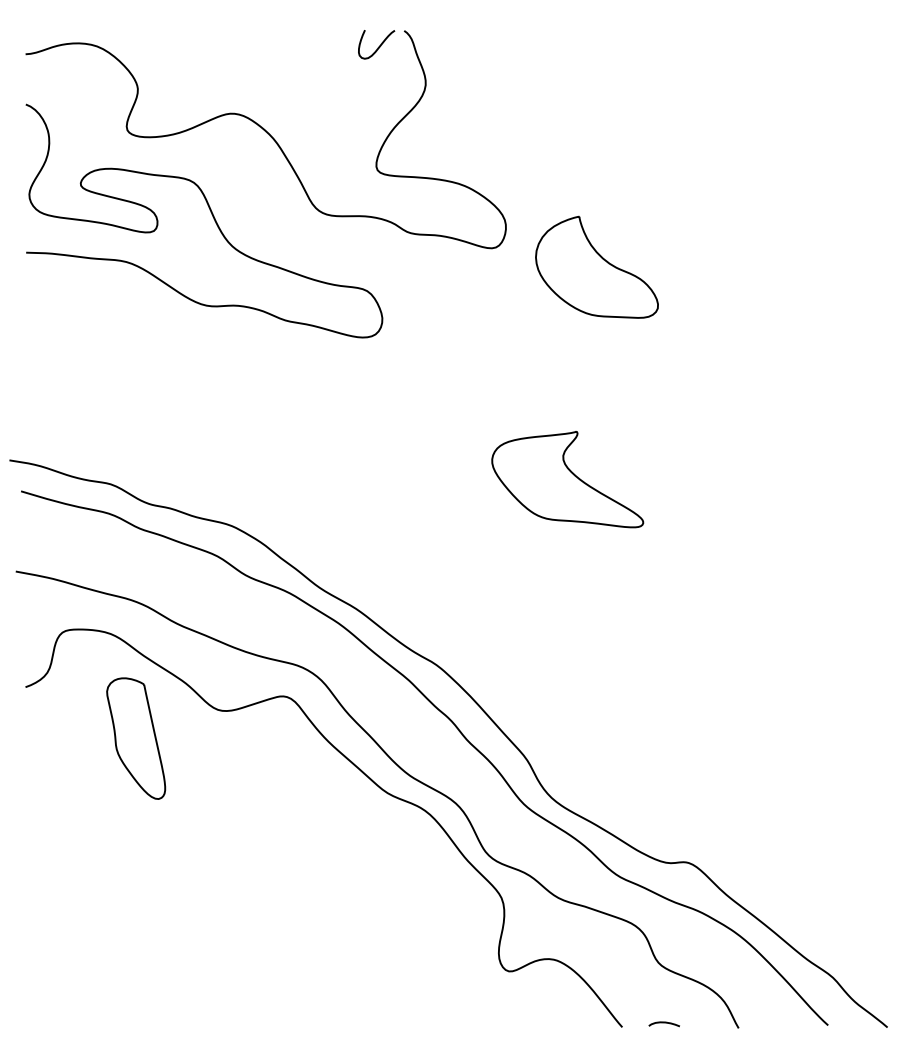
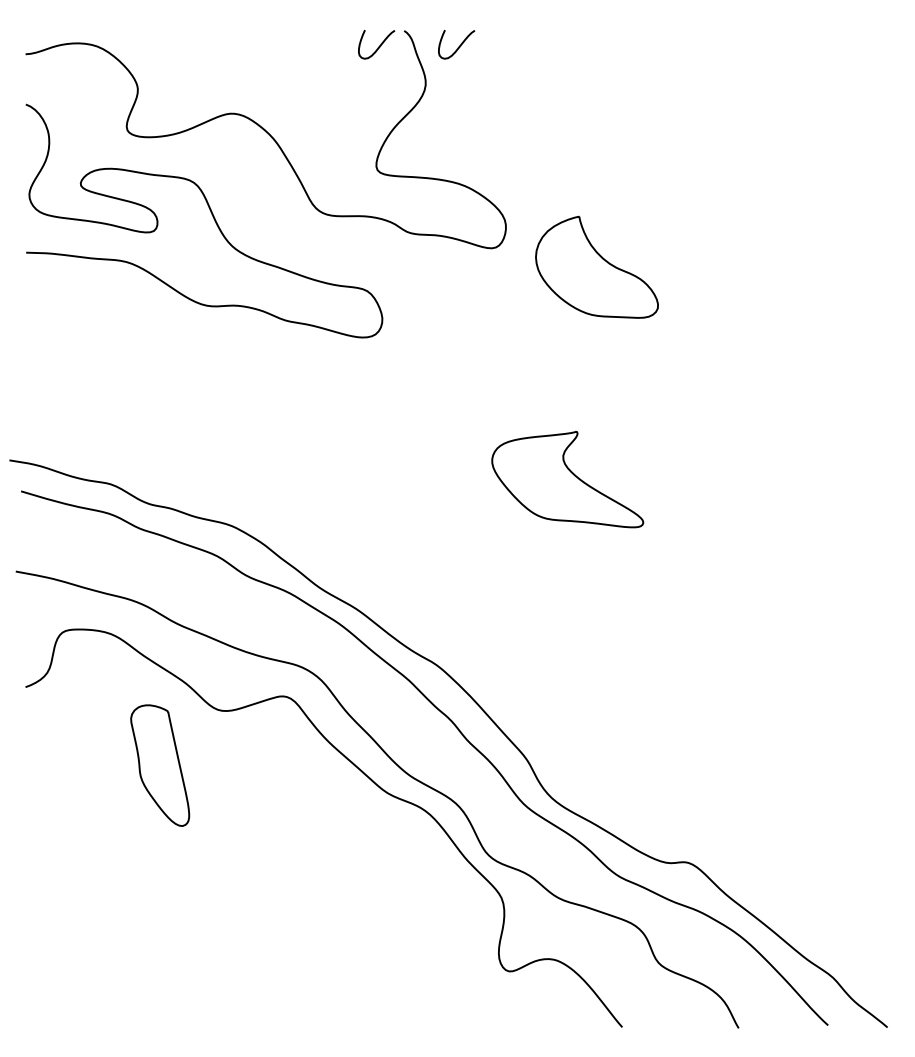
curve at (458, 46): none -> present
part at (136, 738) position: (136, 738) -> (160, 765)
curve at (663, 1023): present -> none
